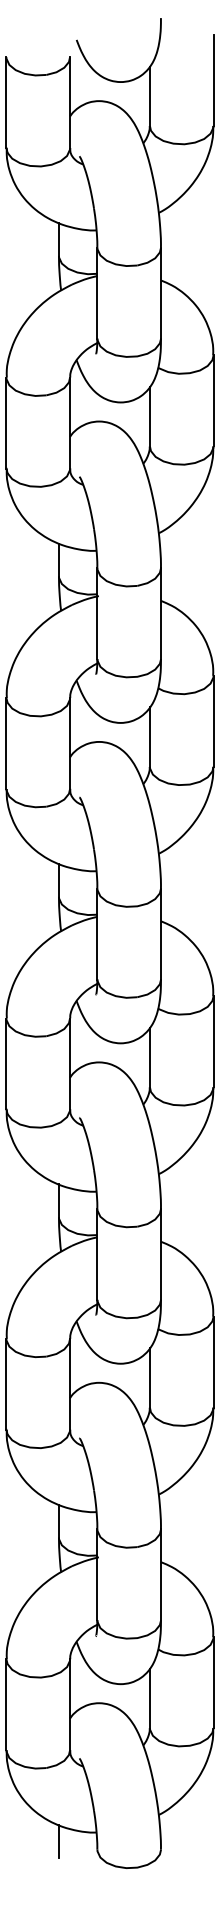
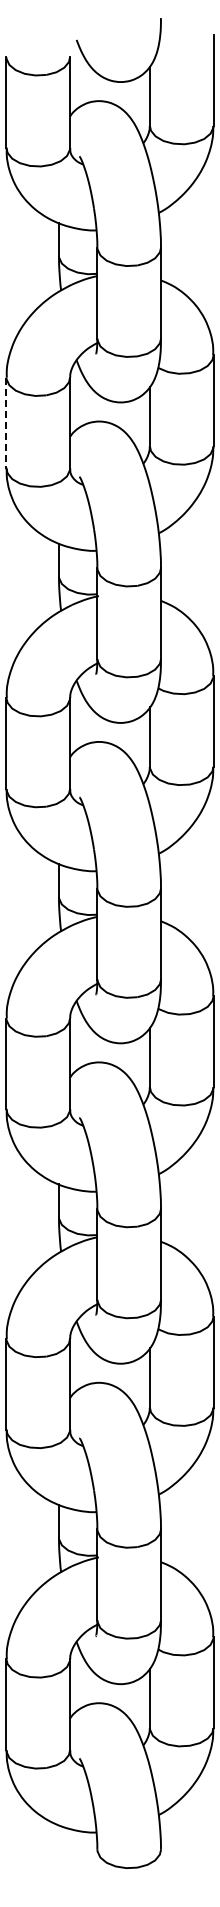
line at (6, 423): solid -> dashed
line at (58, 1841): present -> none
